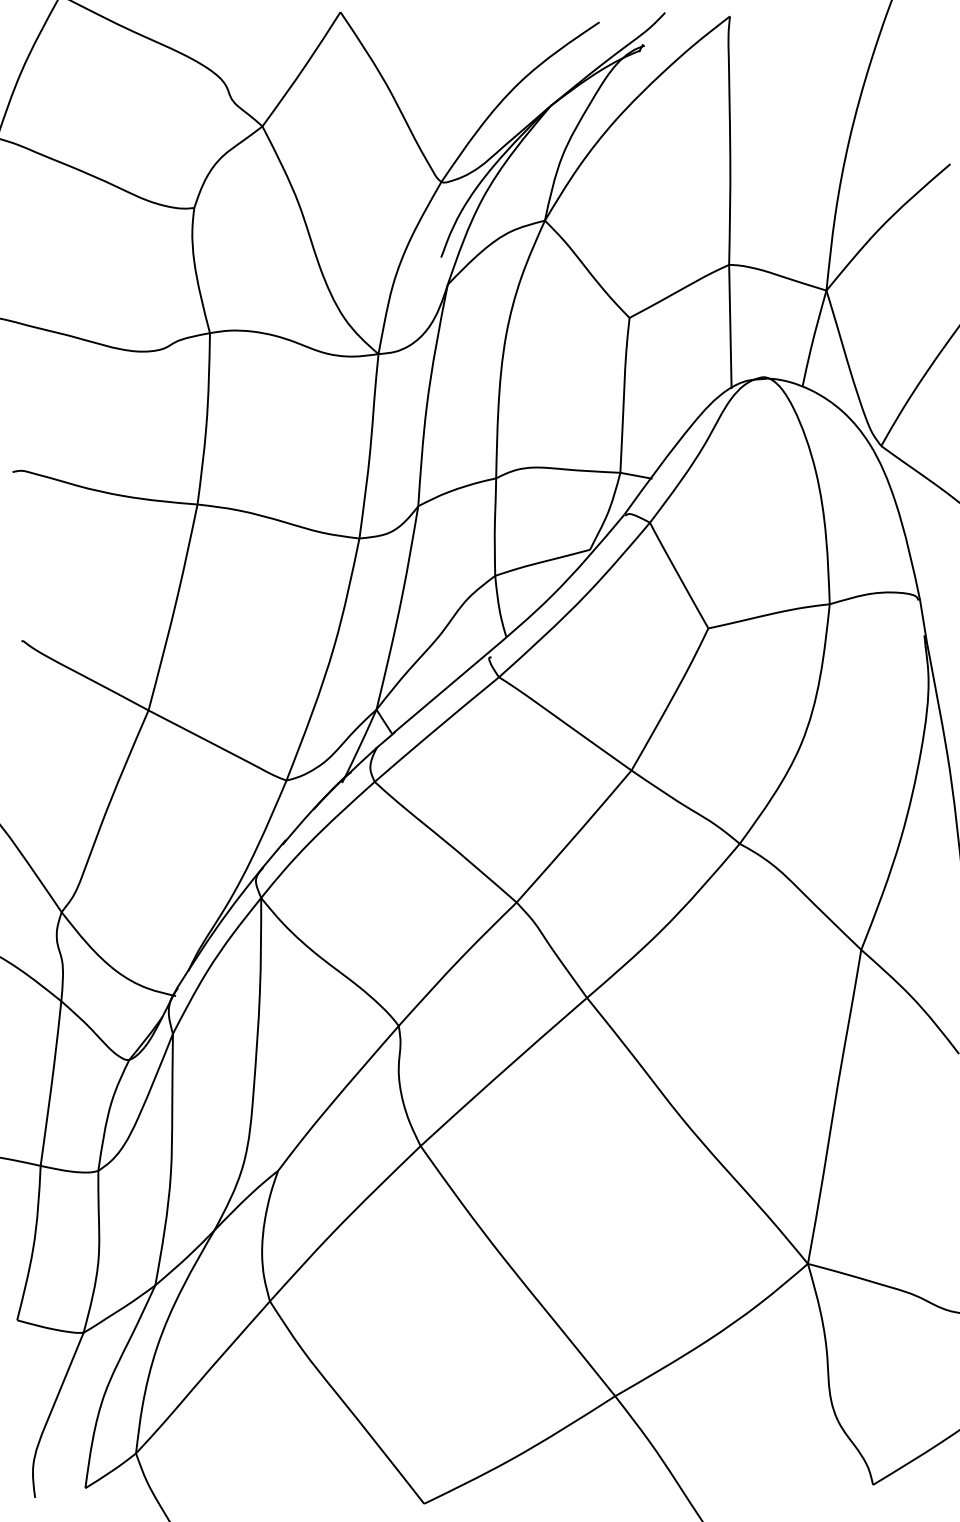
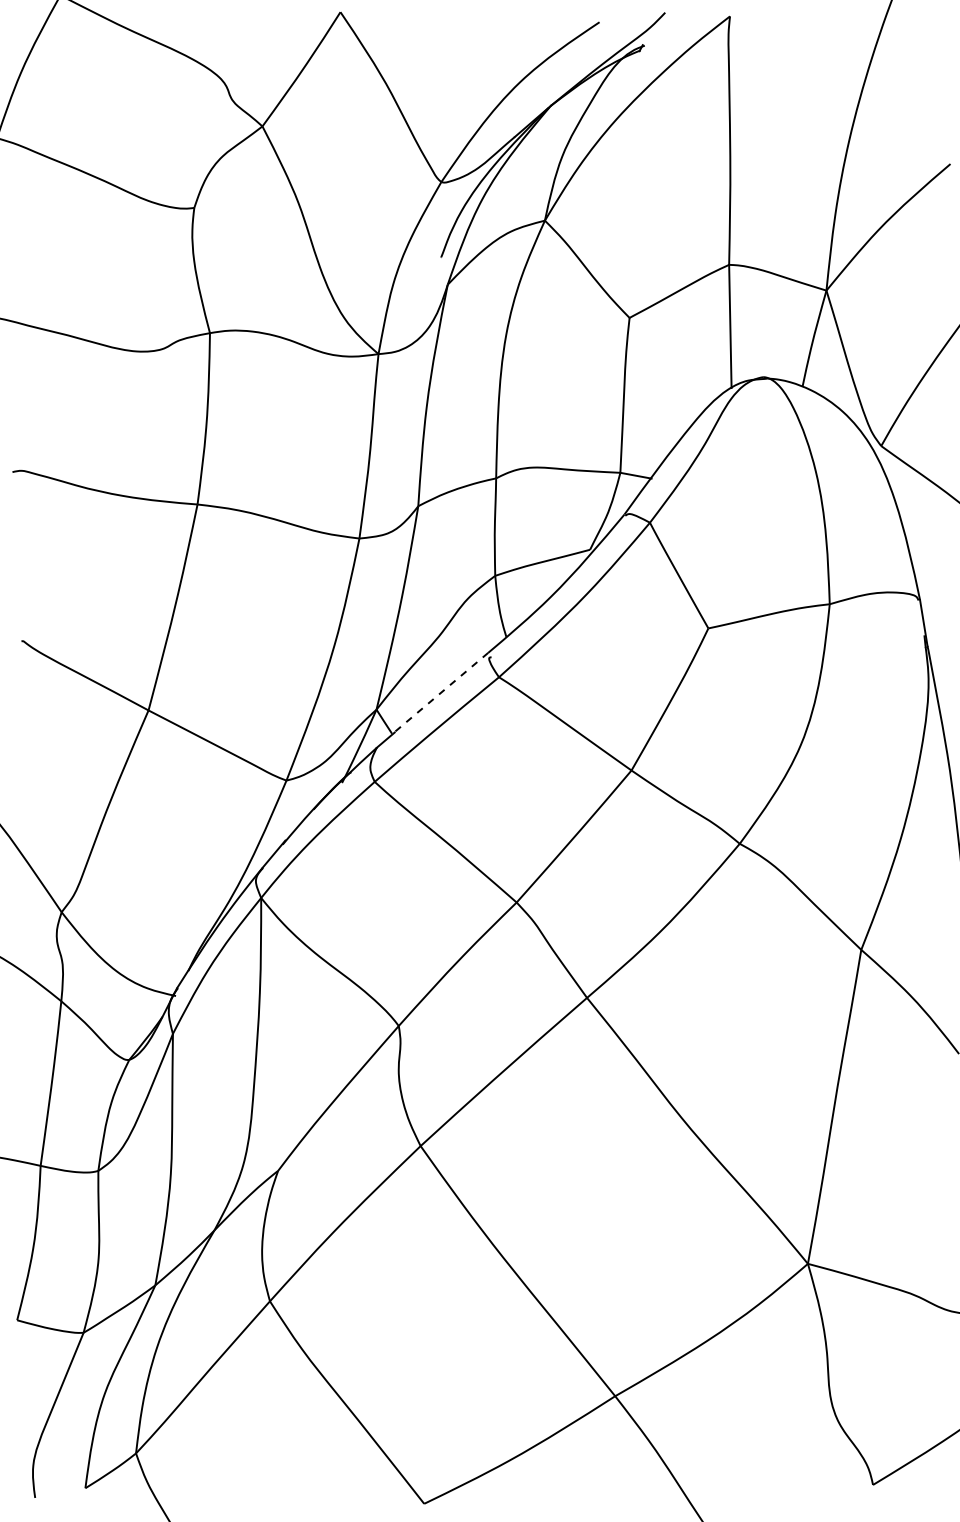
line at (441, 692): solid -> dashed
